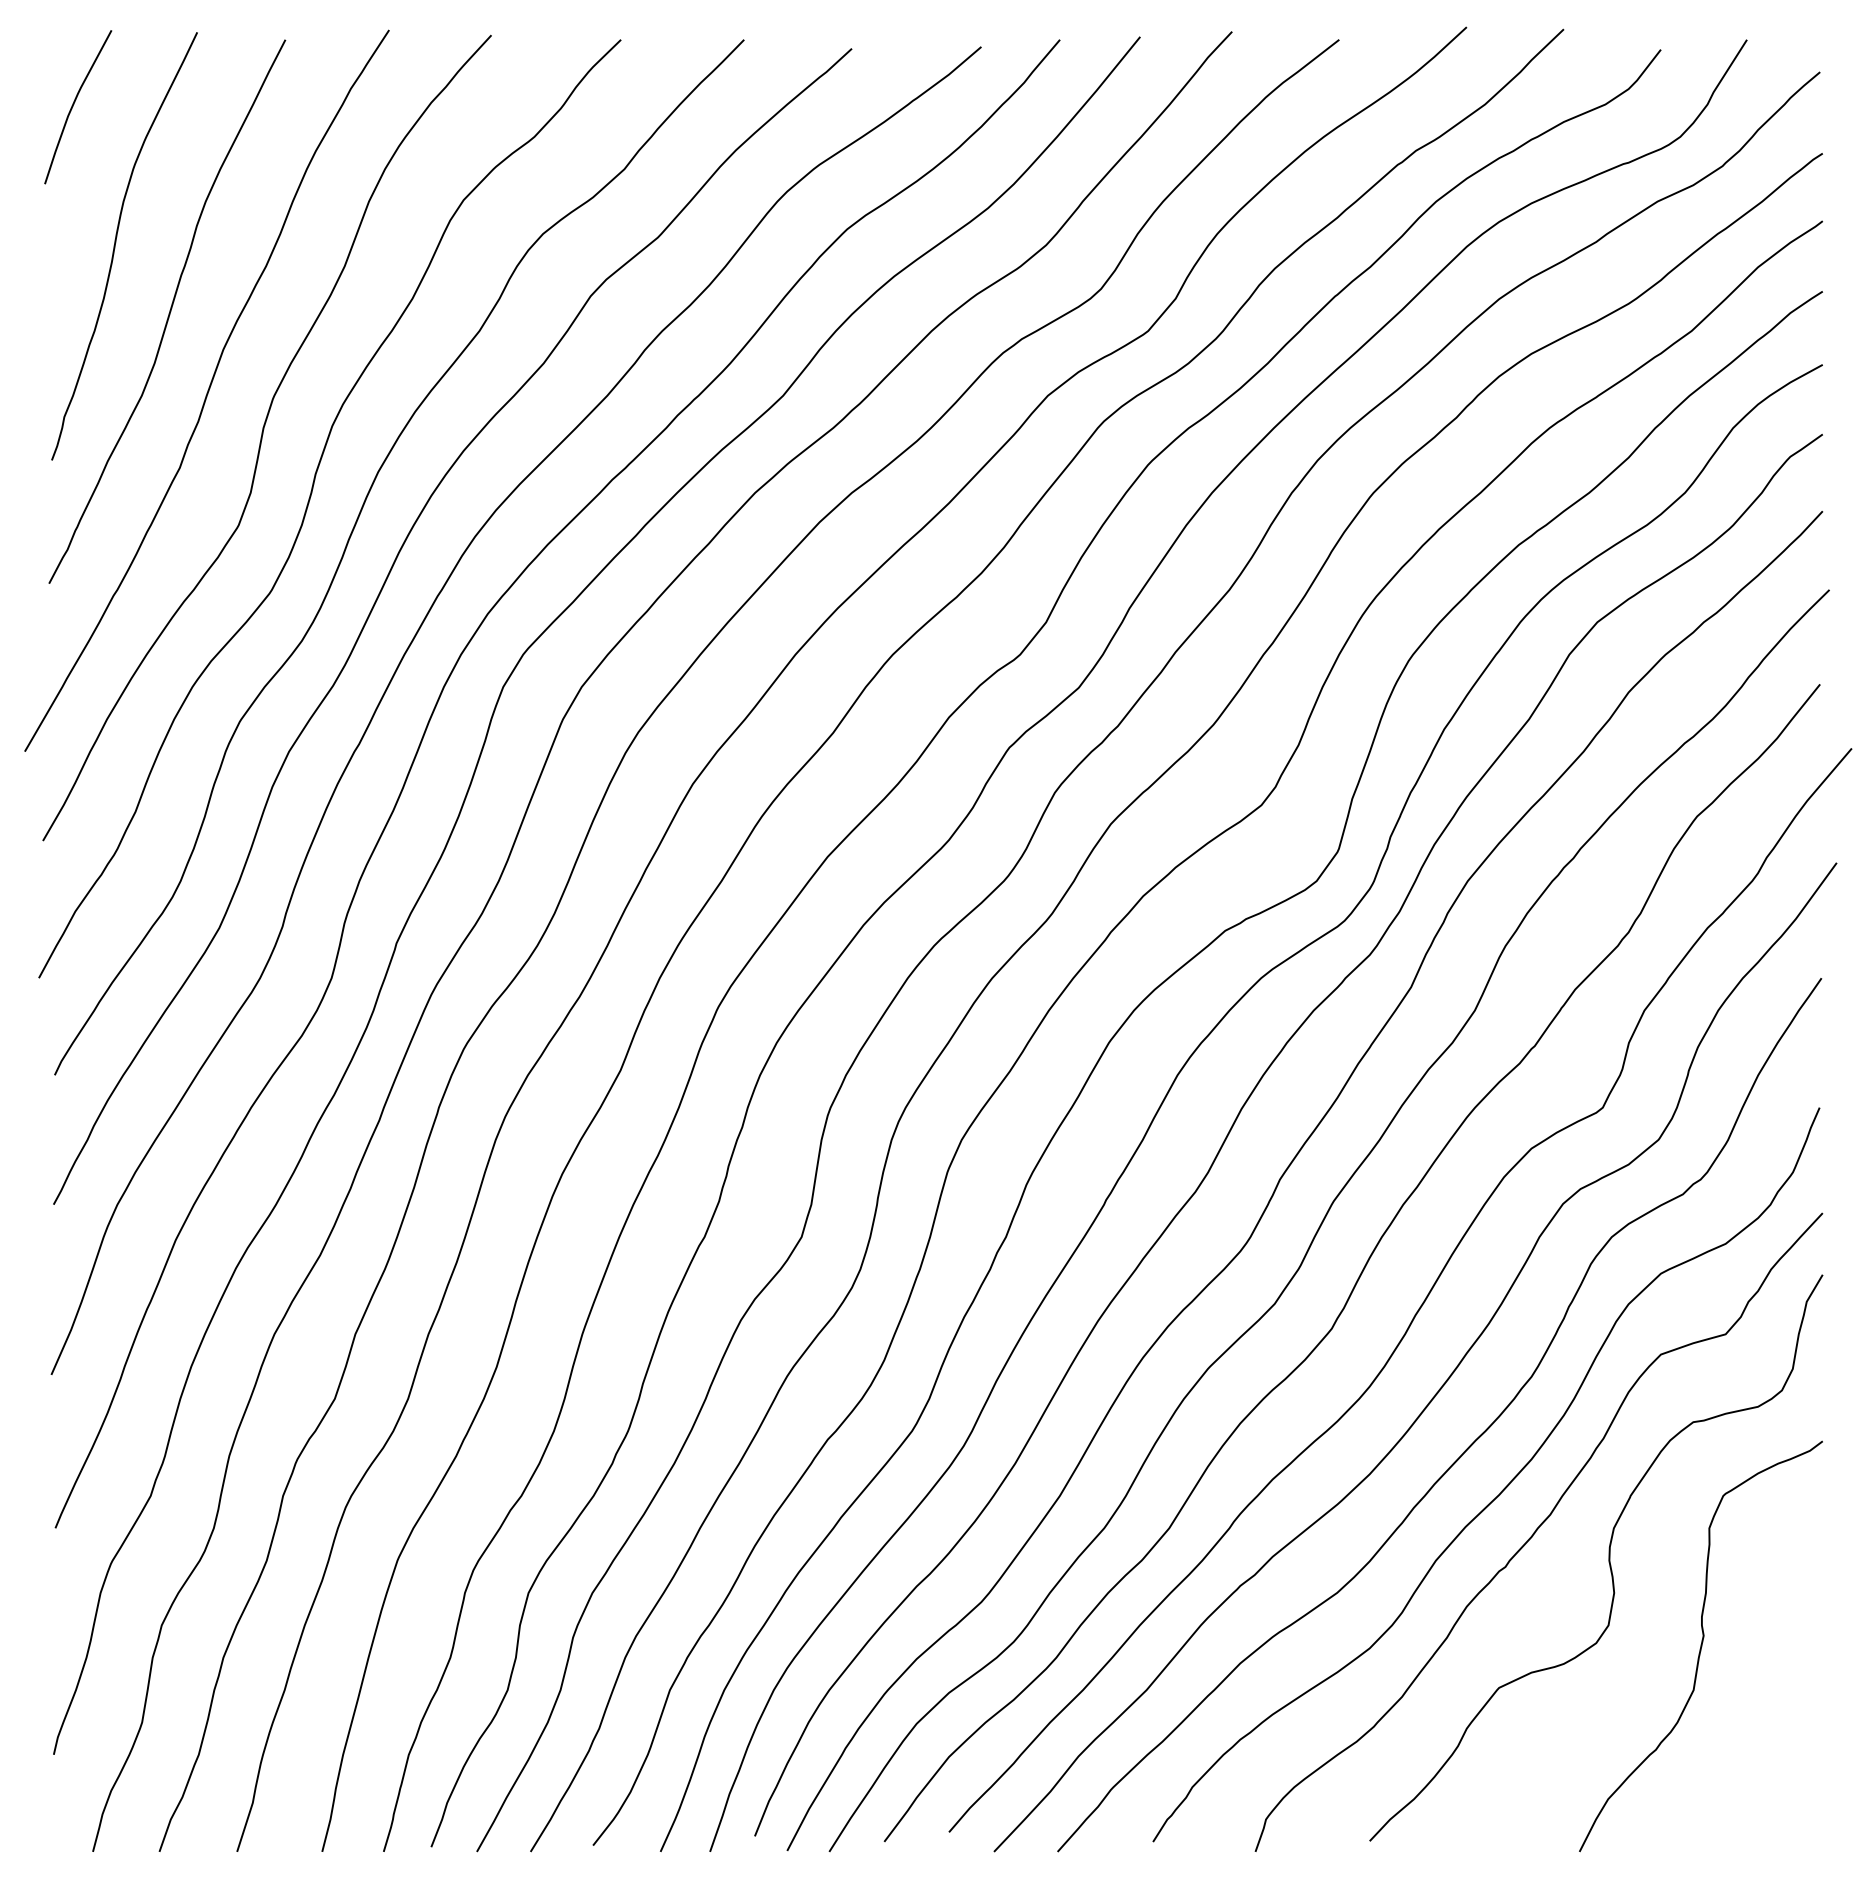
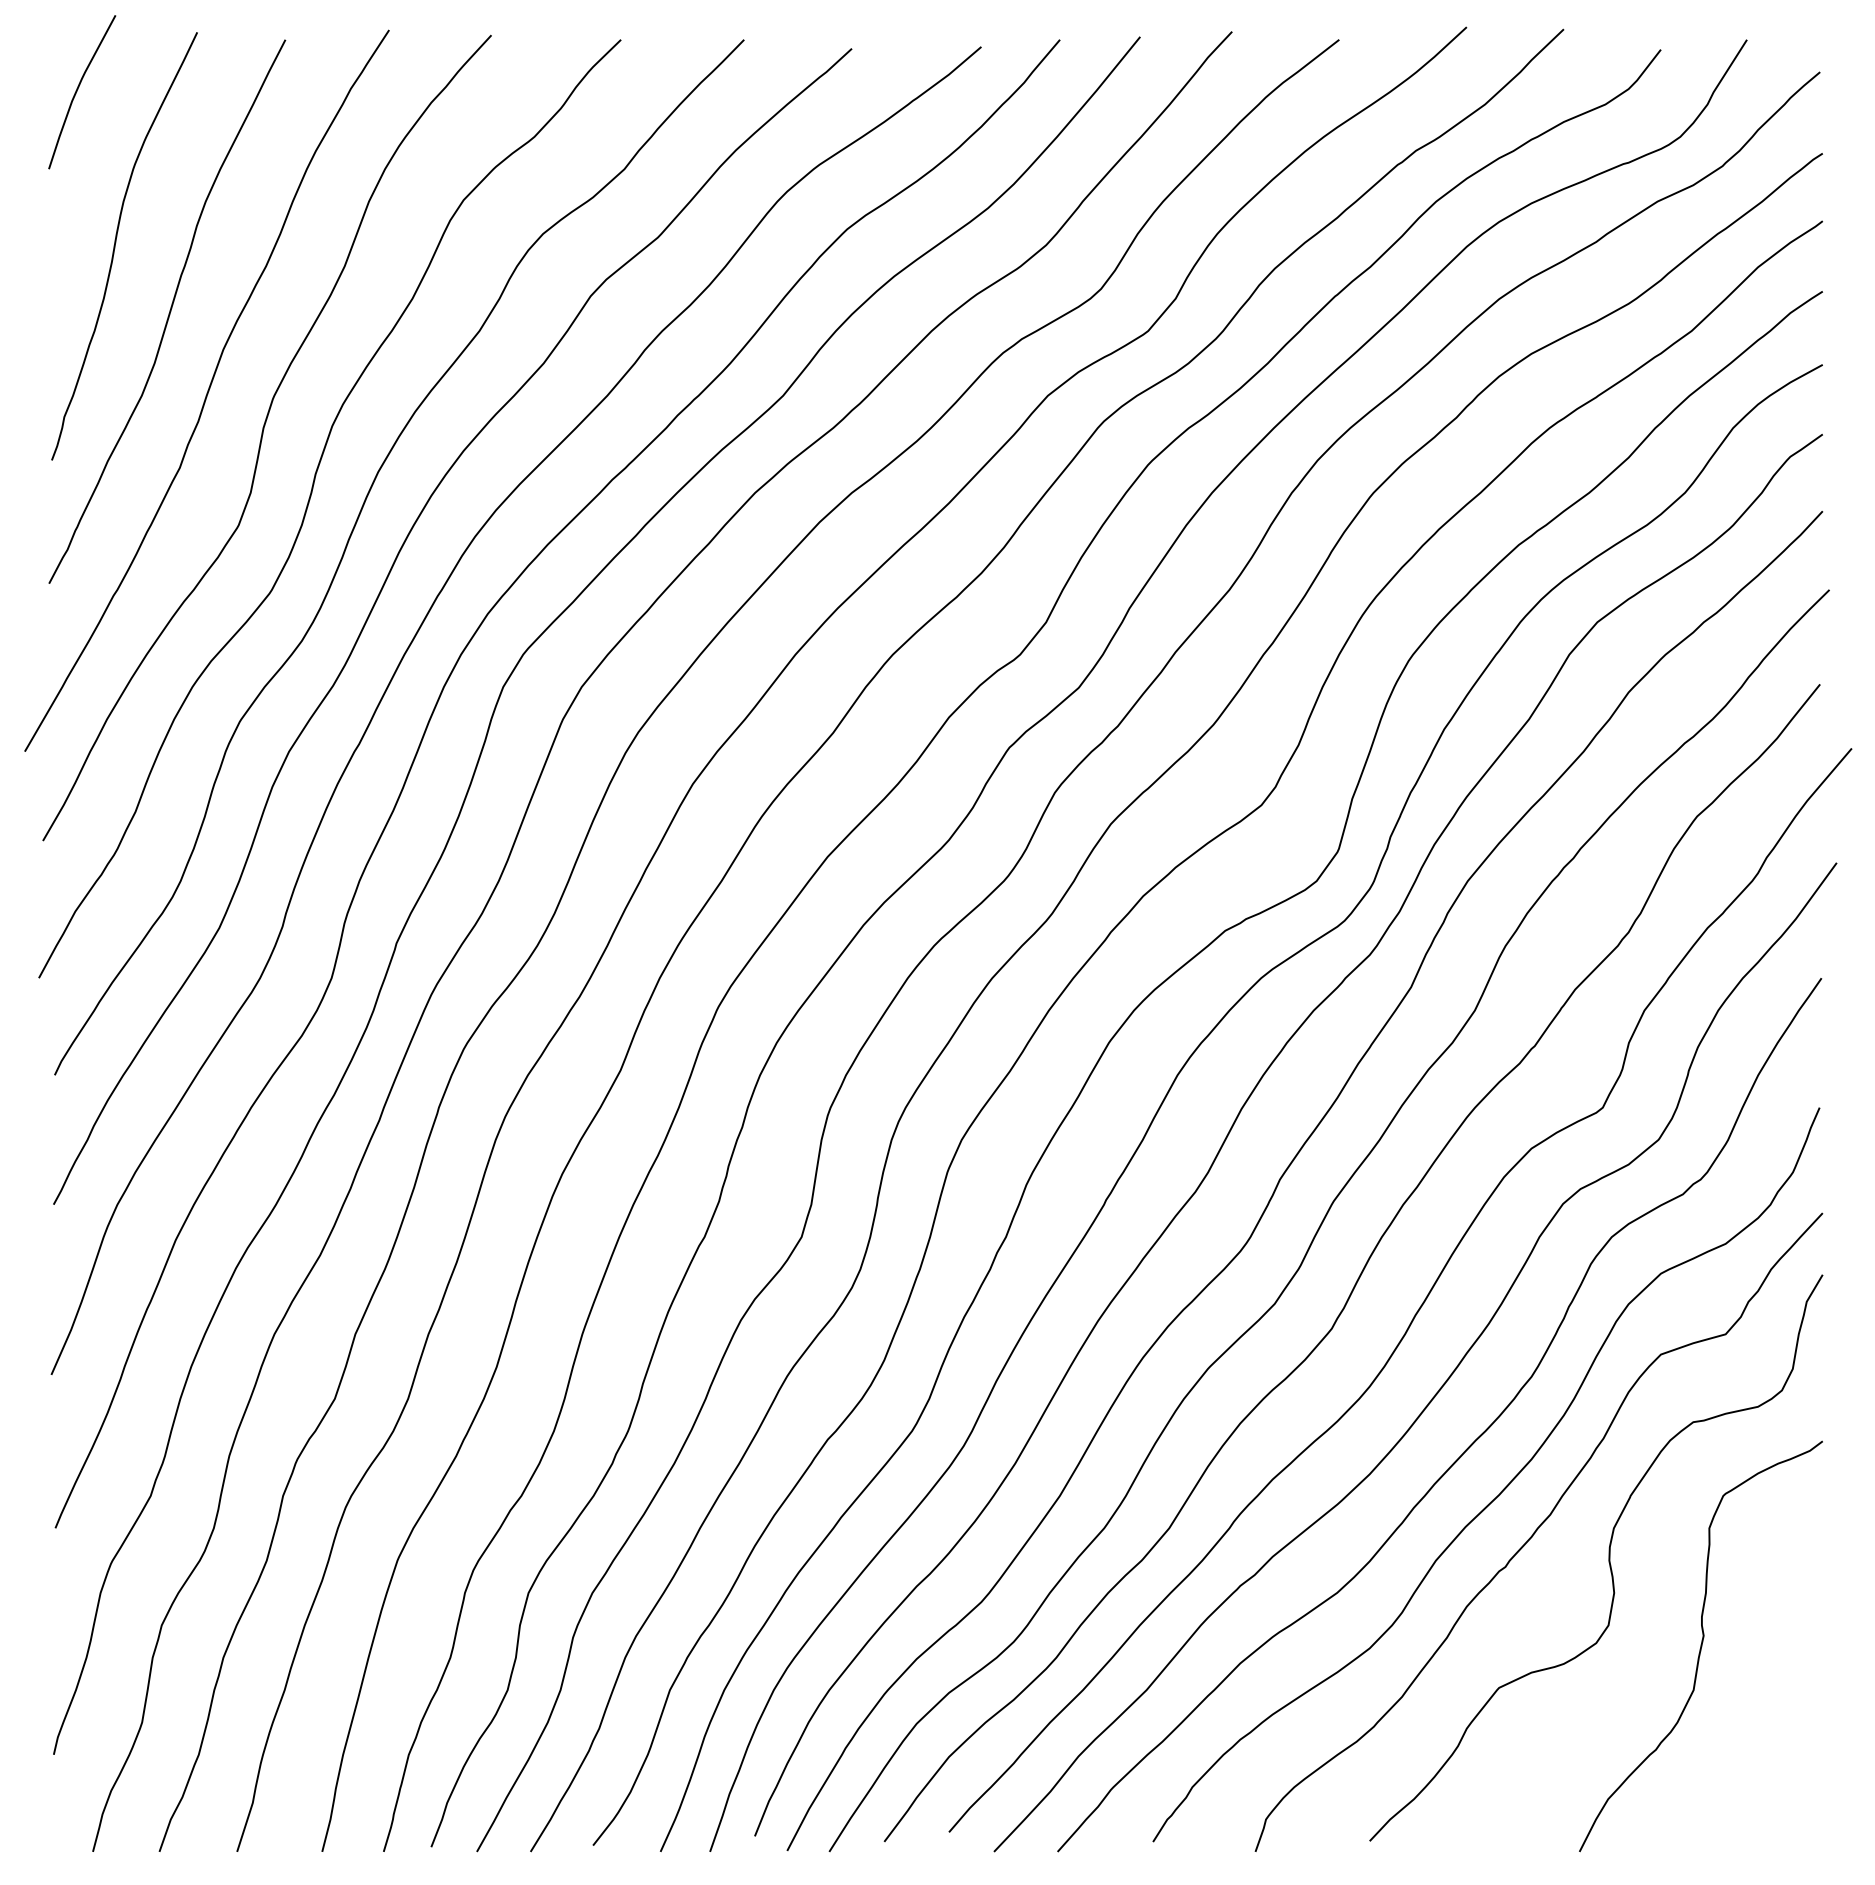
curve at (74, 104) position: (74, 104) -> (78, 89)
